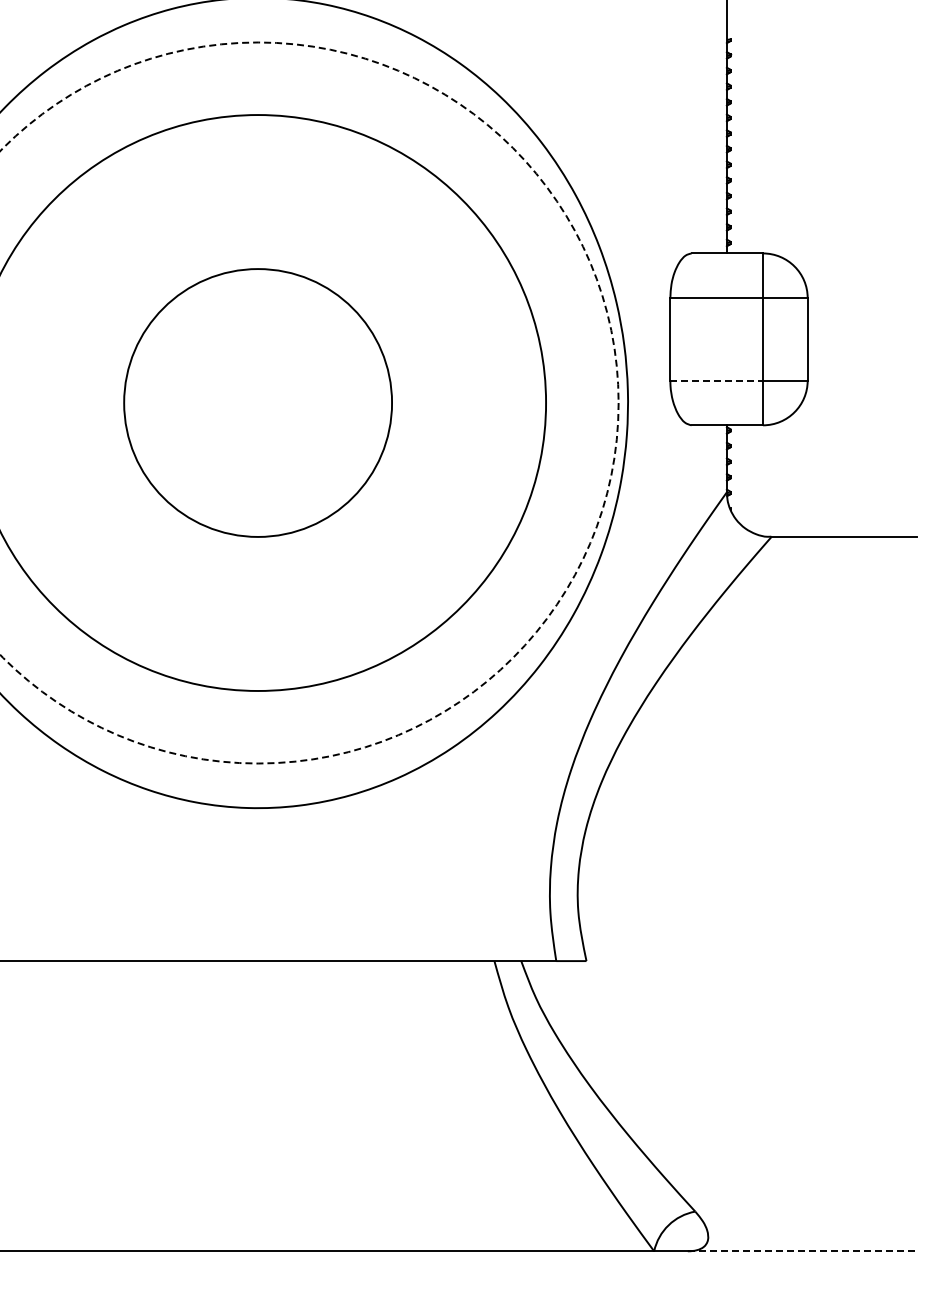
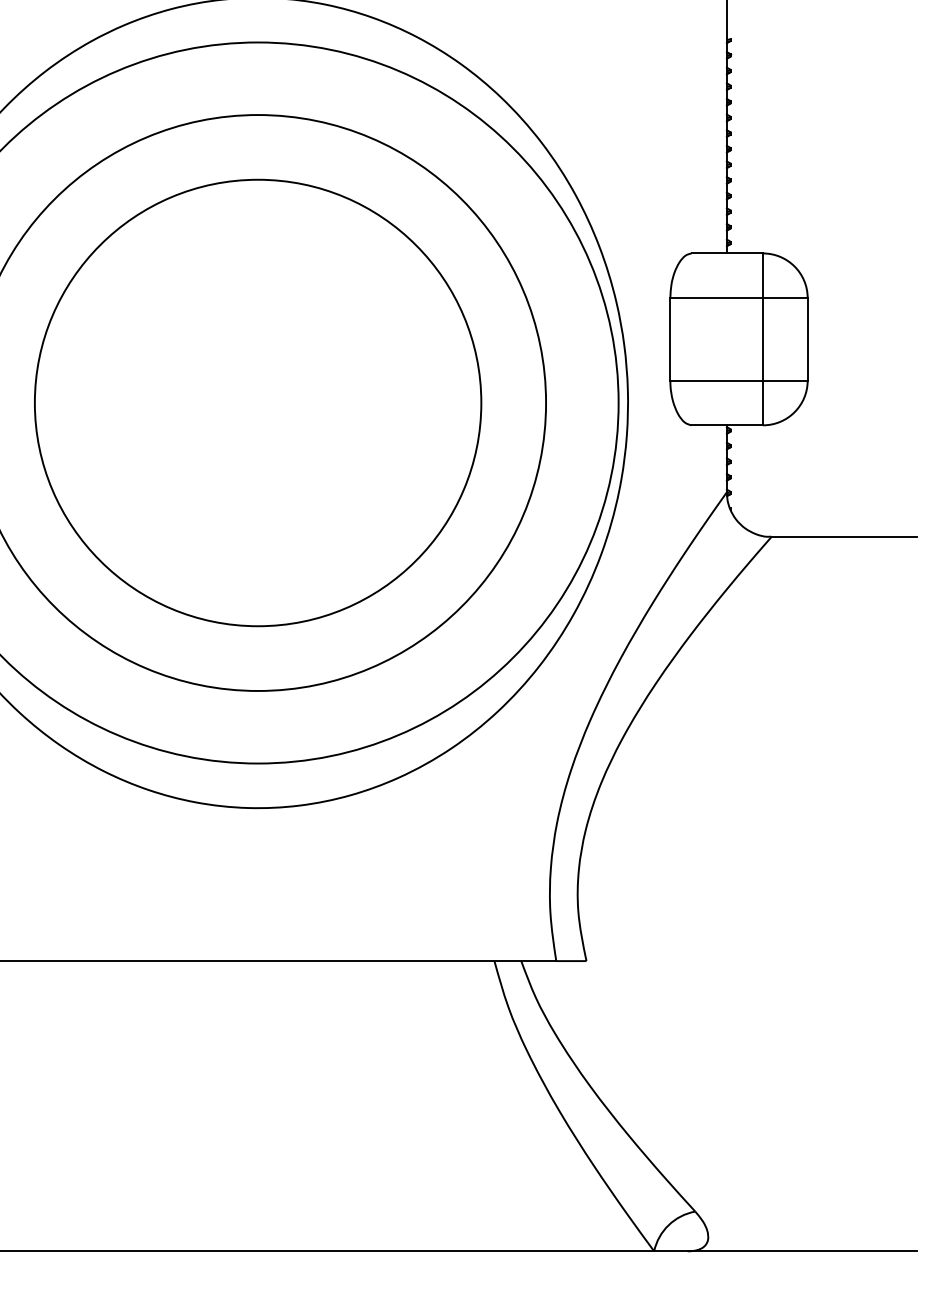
line at (717, 380): dashed -> solid
circle at (258, 402) diameter: 268 px -> 446 px
circle at (309, 402): dashed -> solid
line at (802, 1251): dashed -> solid
